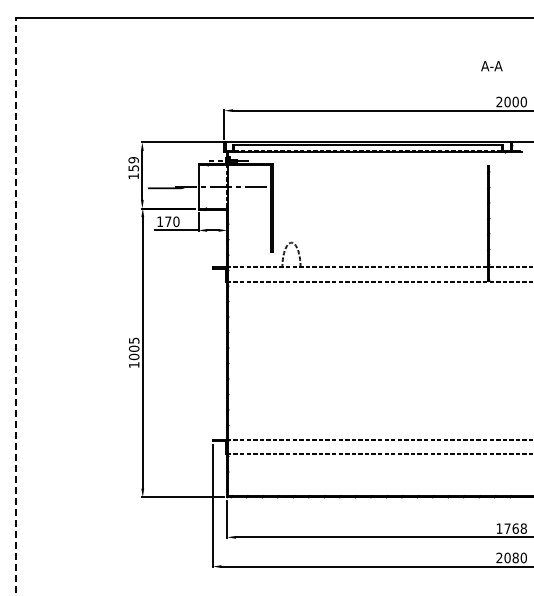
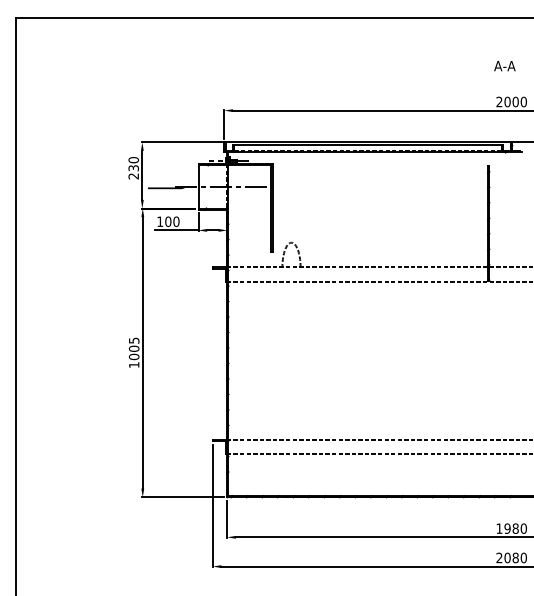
text at (491, 66) position: (491, 66) -> (504, 66)
text at (133, 168): 159 -> 230
text at (168, 221): 170 -> 100
line at (16, 306): dashed -> solid
text at (515, 528): 1768 -> 1980
